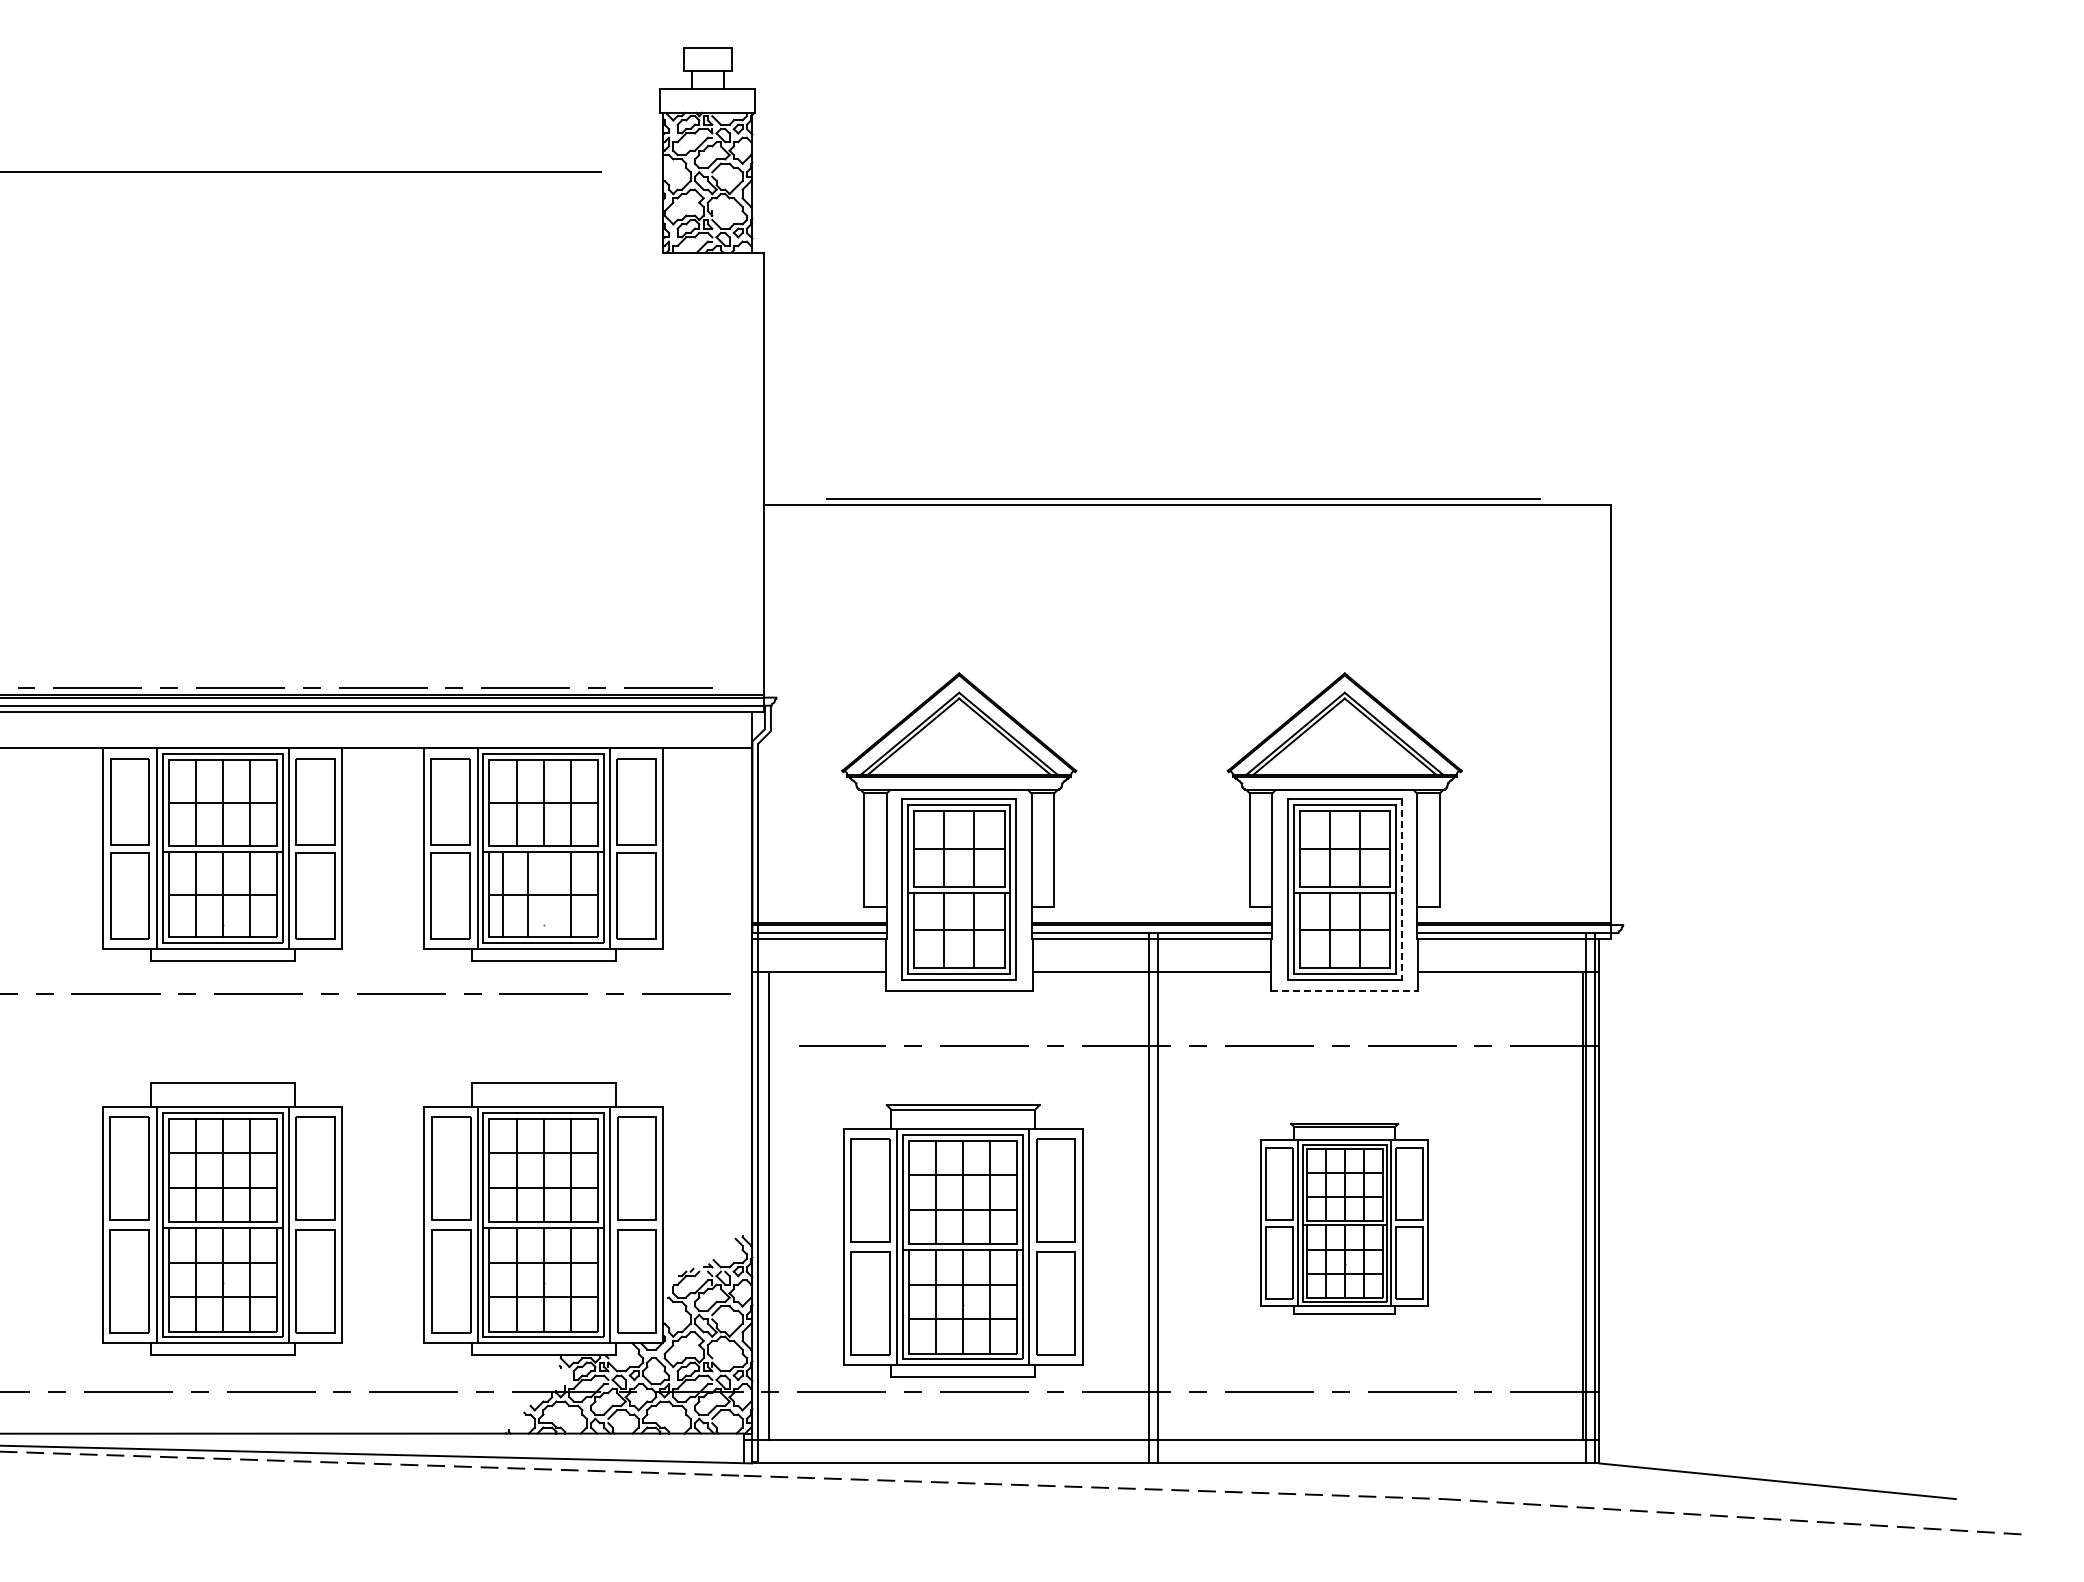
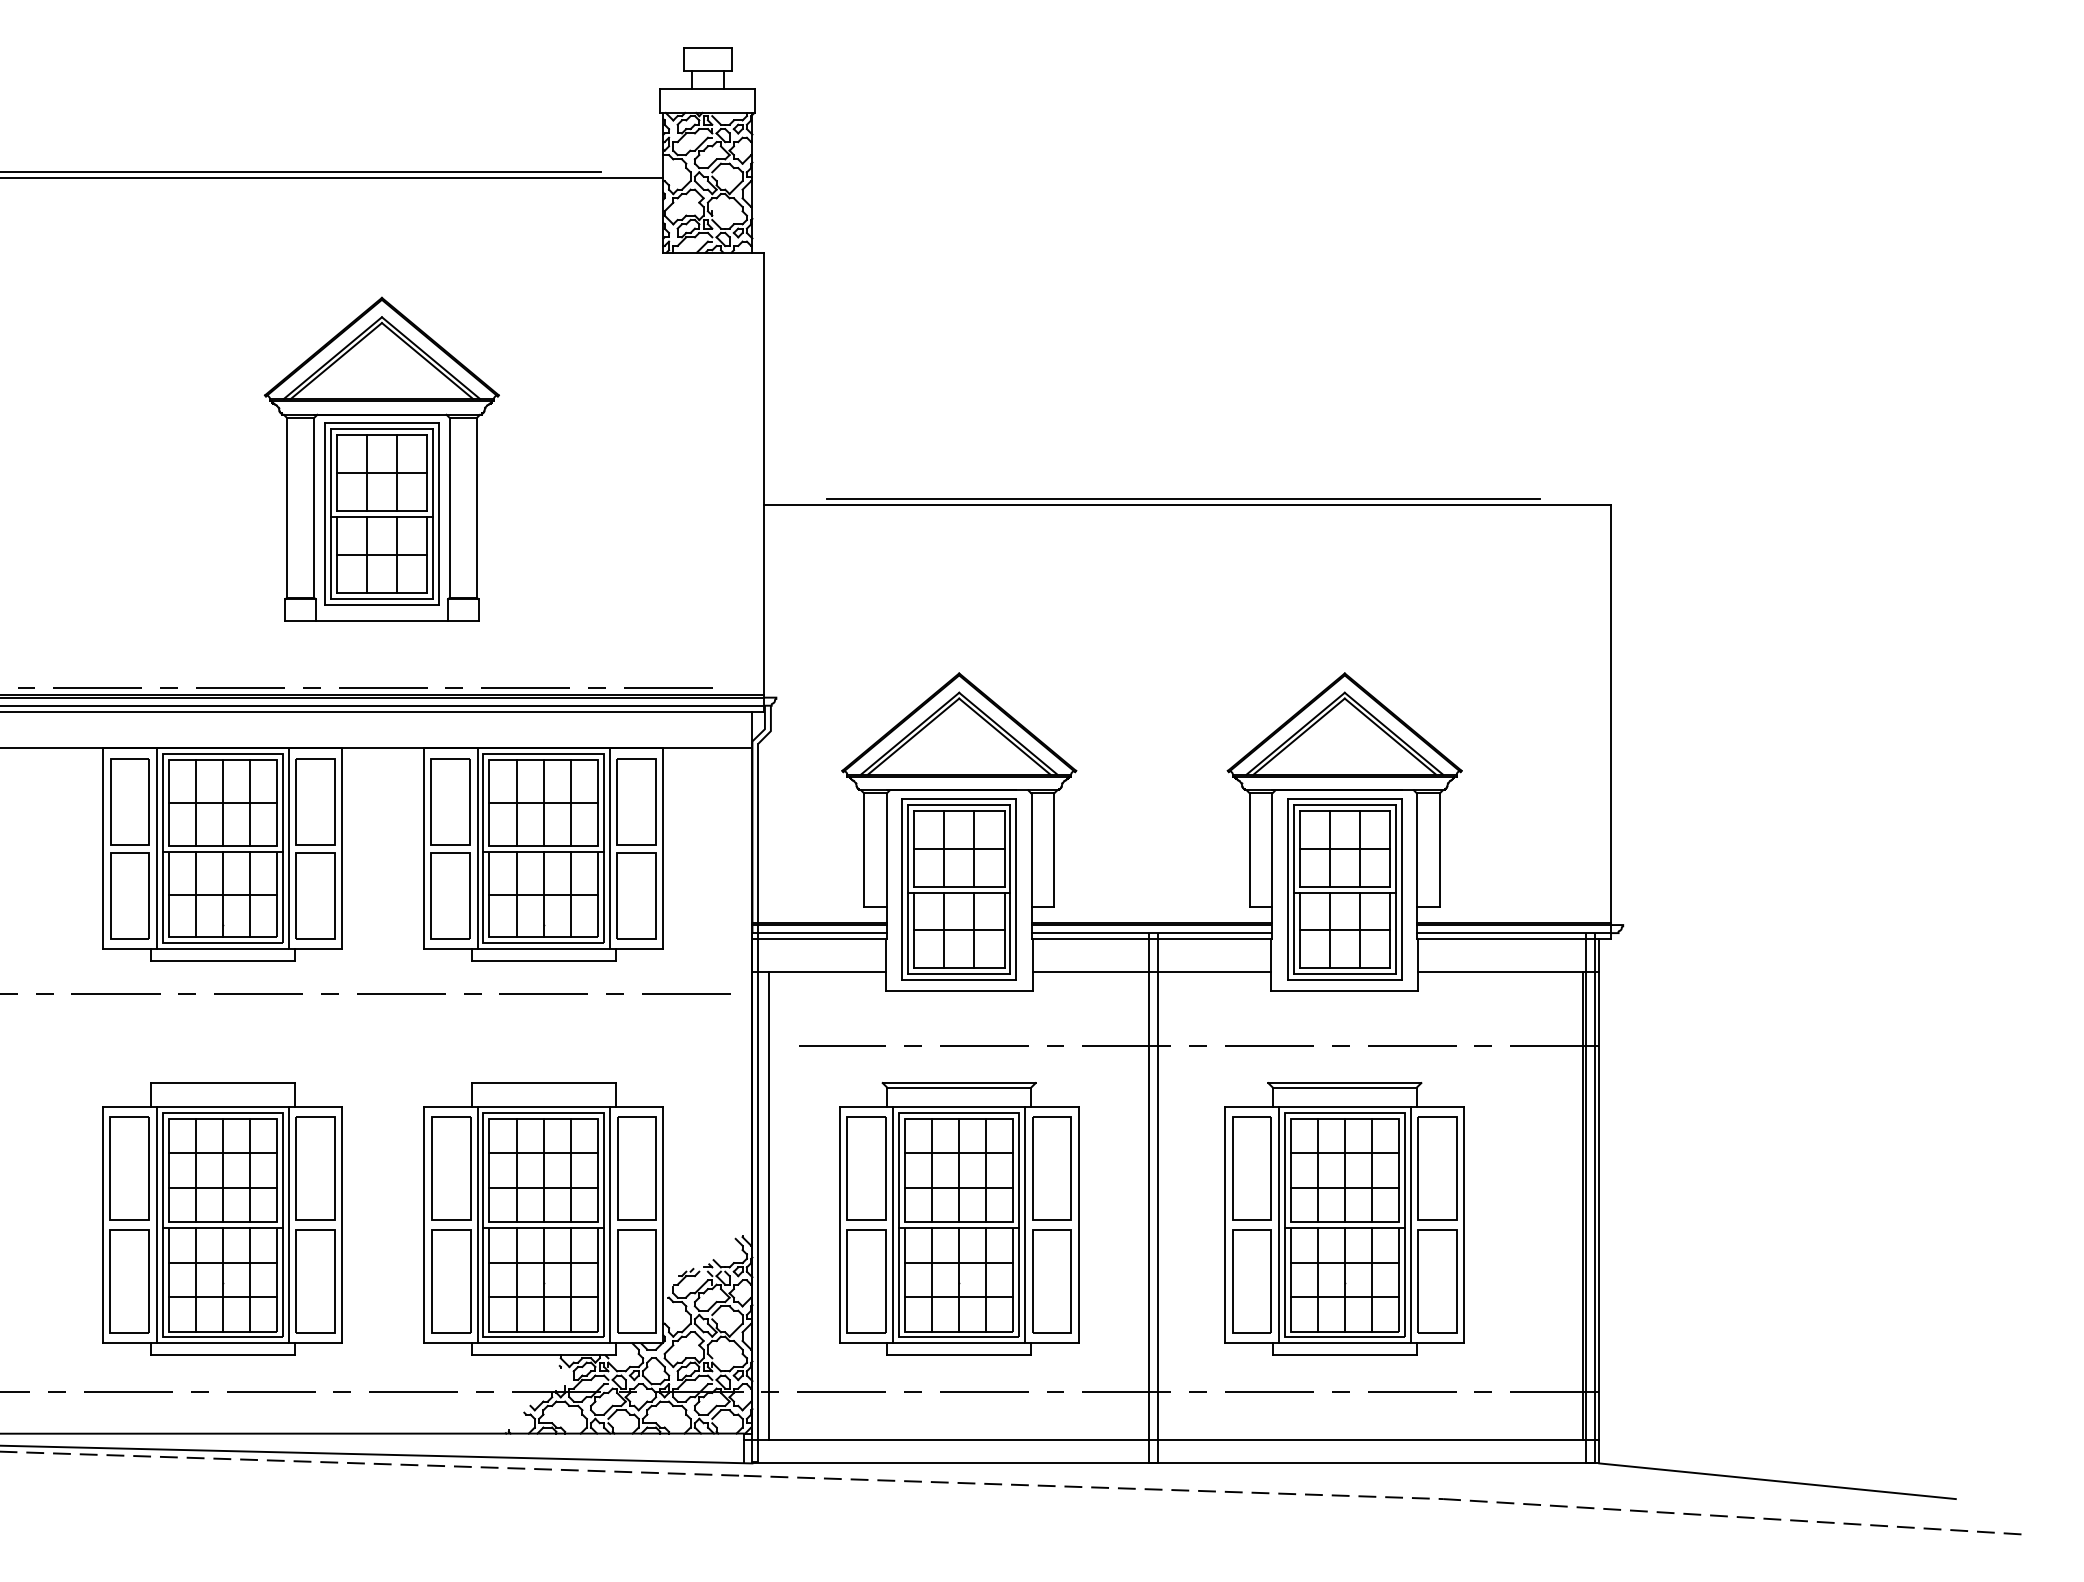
line at (332, 178): none -> present
part at (381, 458): none -> present
line at (1402, 889): dashed -> solid
line at (502, 894) position: (502, 894) -> (516, 894)
line at (527, 894) position: (527, 894) -> (543, 894)
line at (1344, 990): dashed -> solid
part at (1344, 1218) size: 169x193 px -> 241x274 px
part at (963, 1240) position: (963, 1240) -> (959, 1218)
